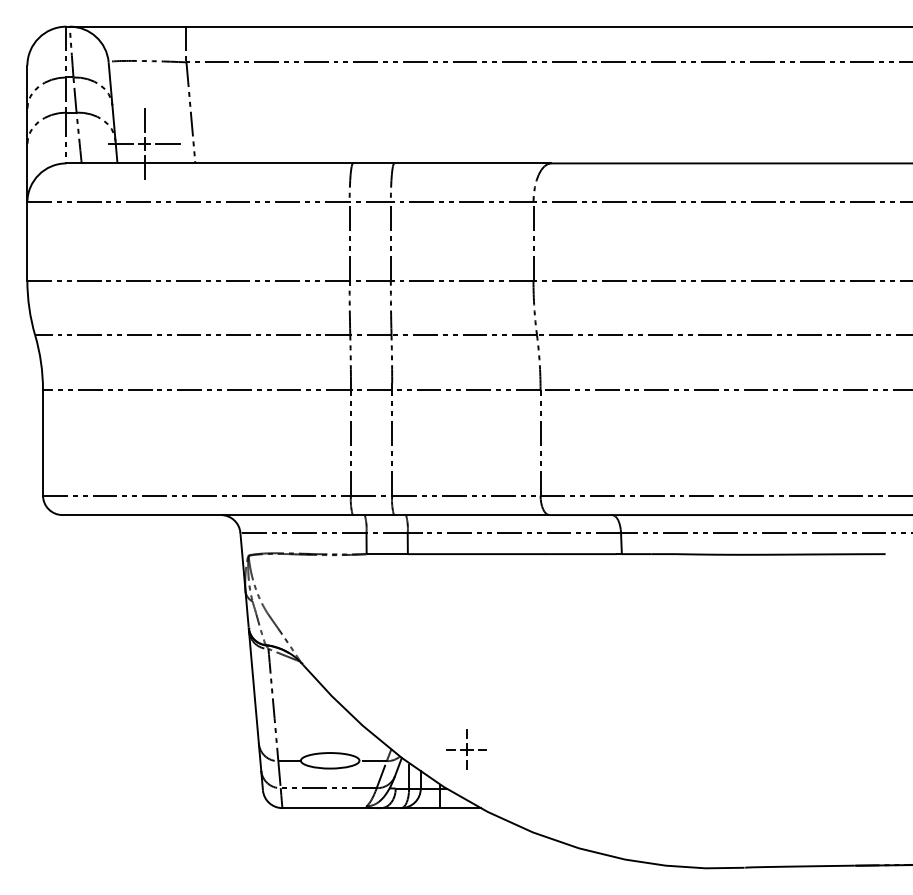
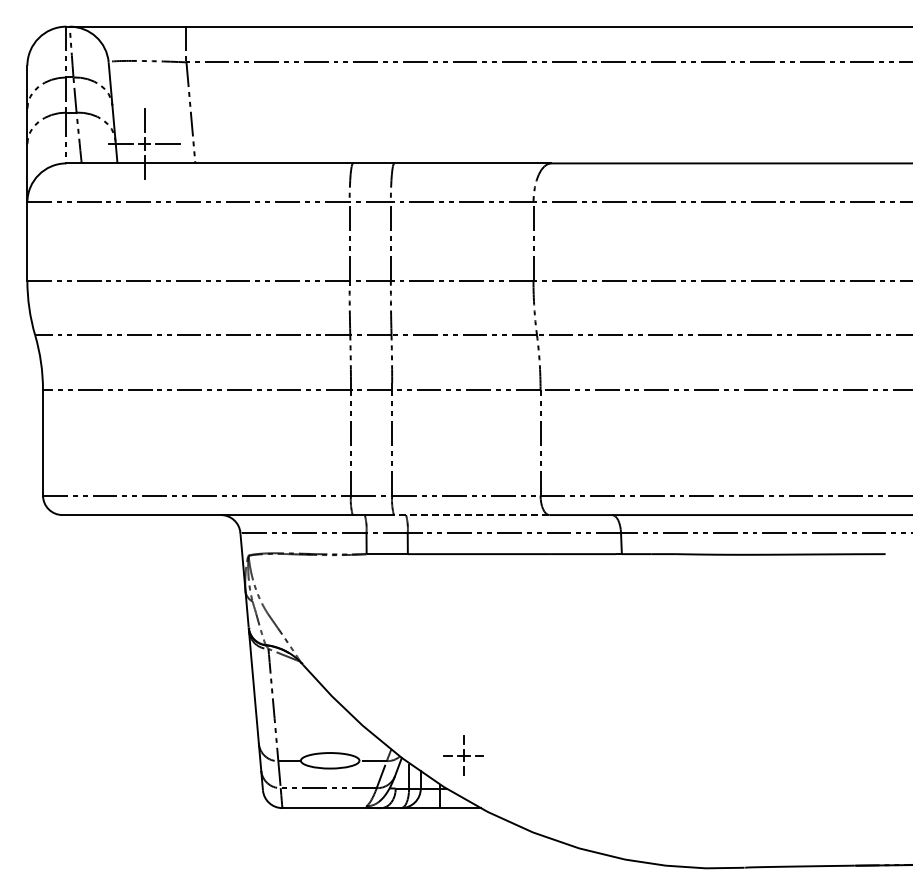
line at (471, 515): solid -> dashed
part at (466, 749) position: (466, 749) -> (463, 755)
